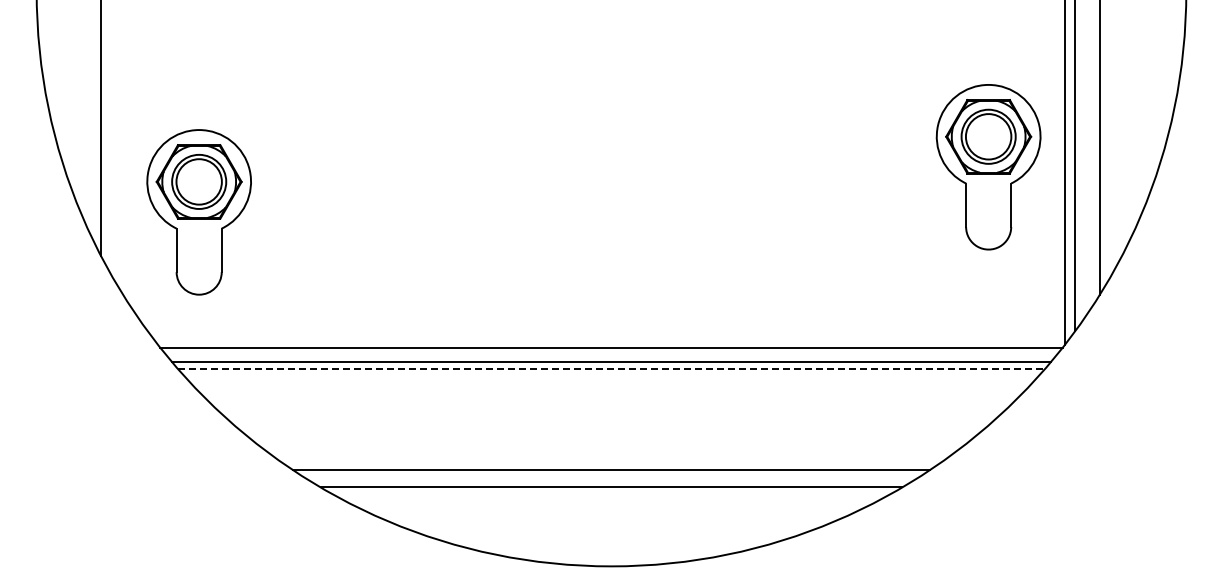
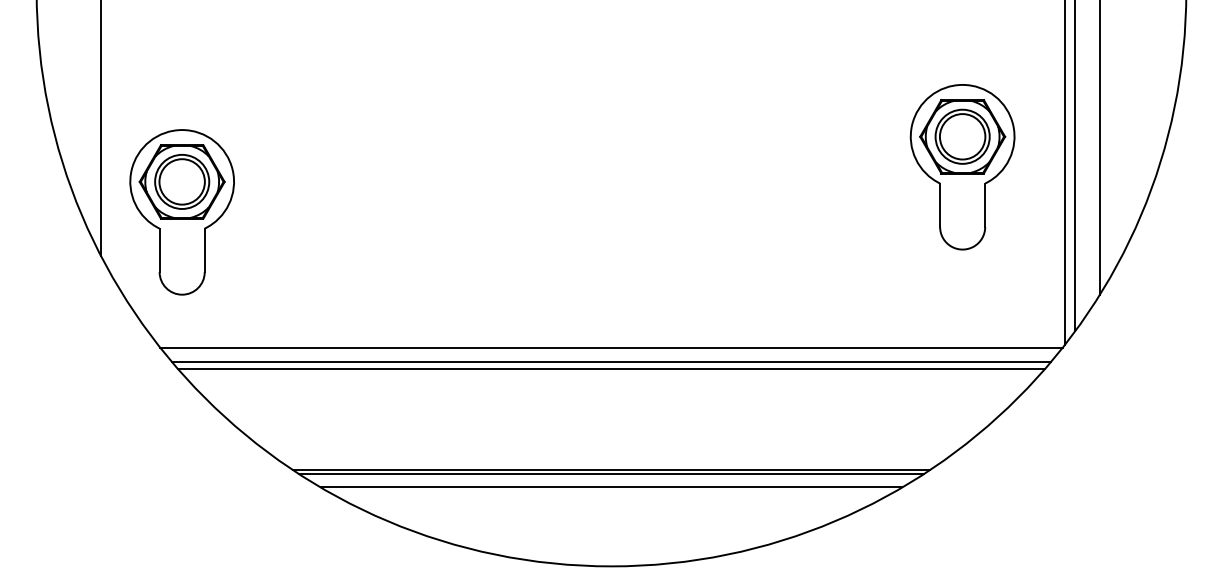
part at (988, 167) position: (988, 167) -> (962, 167)
part at (198, 212) position: (198, 212) -> (181, 212)
line at (611, 369): dashed -> solid
line at (611, 473): none -> present
